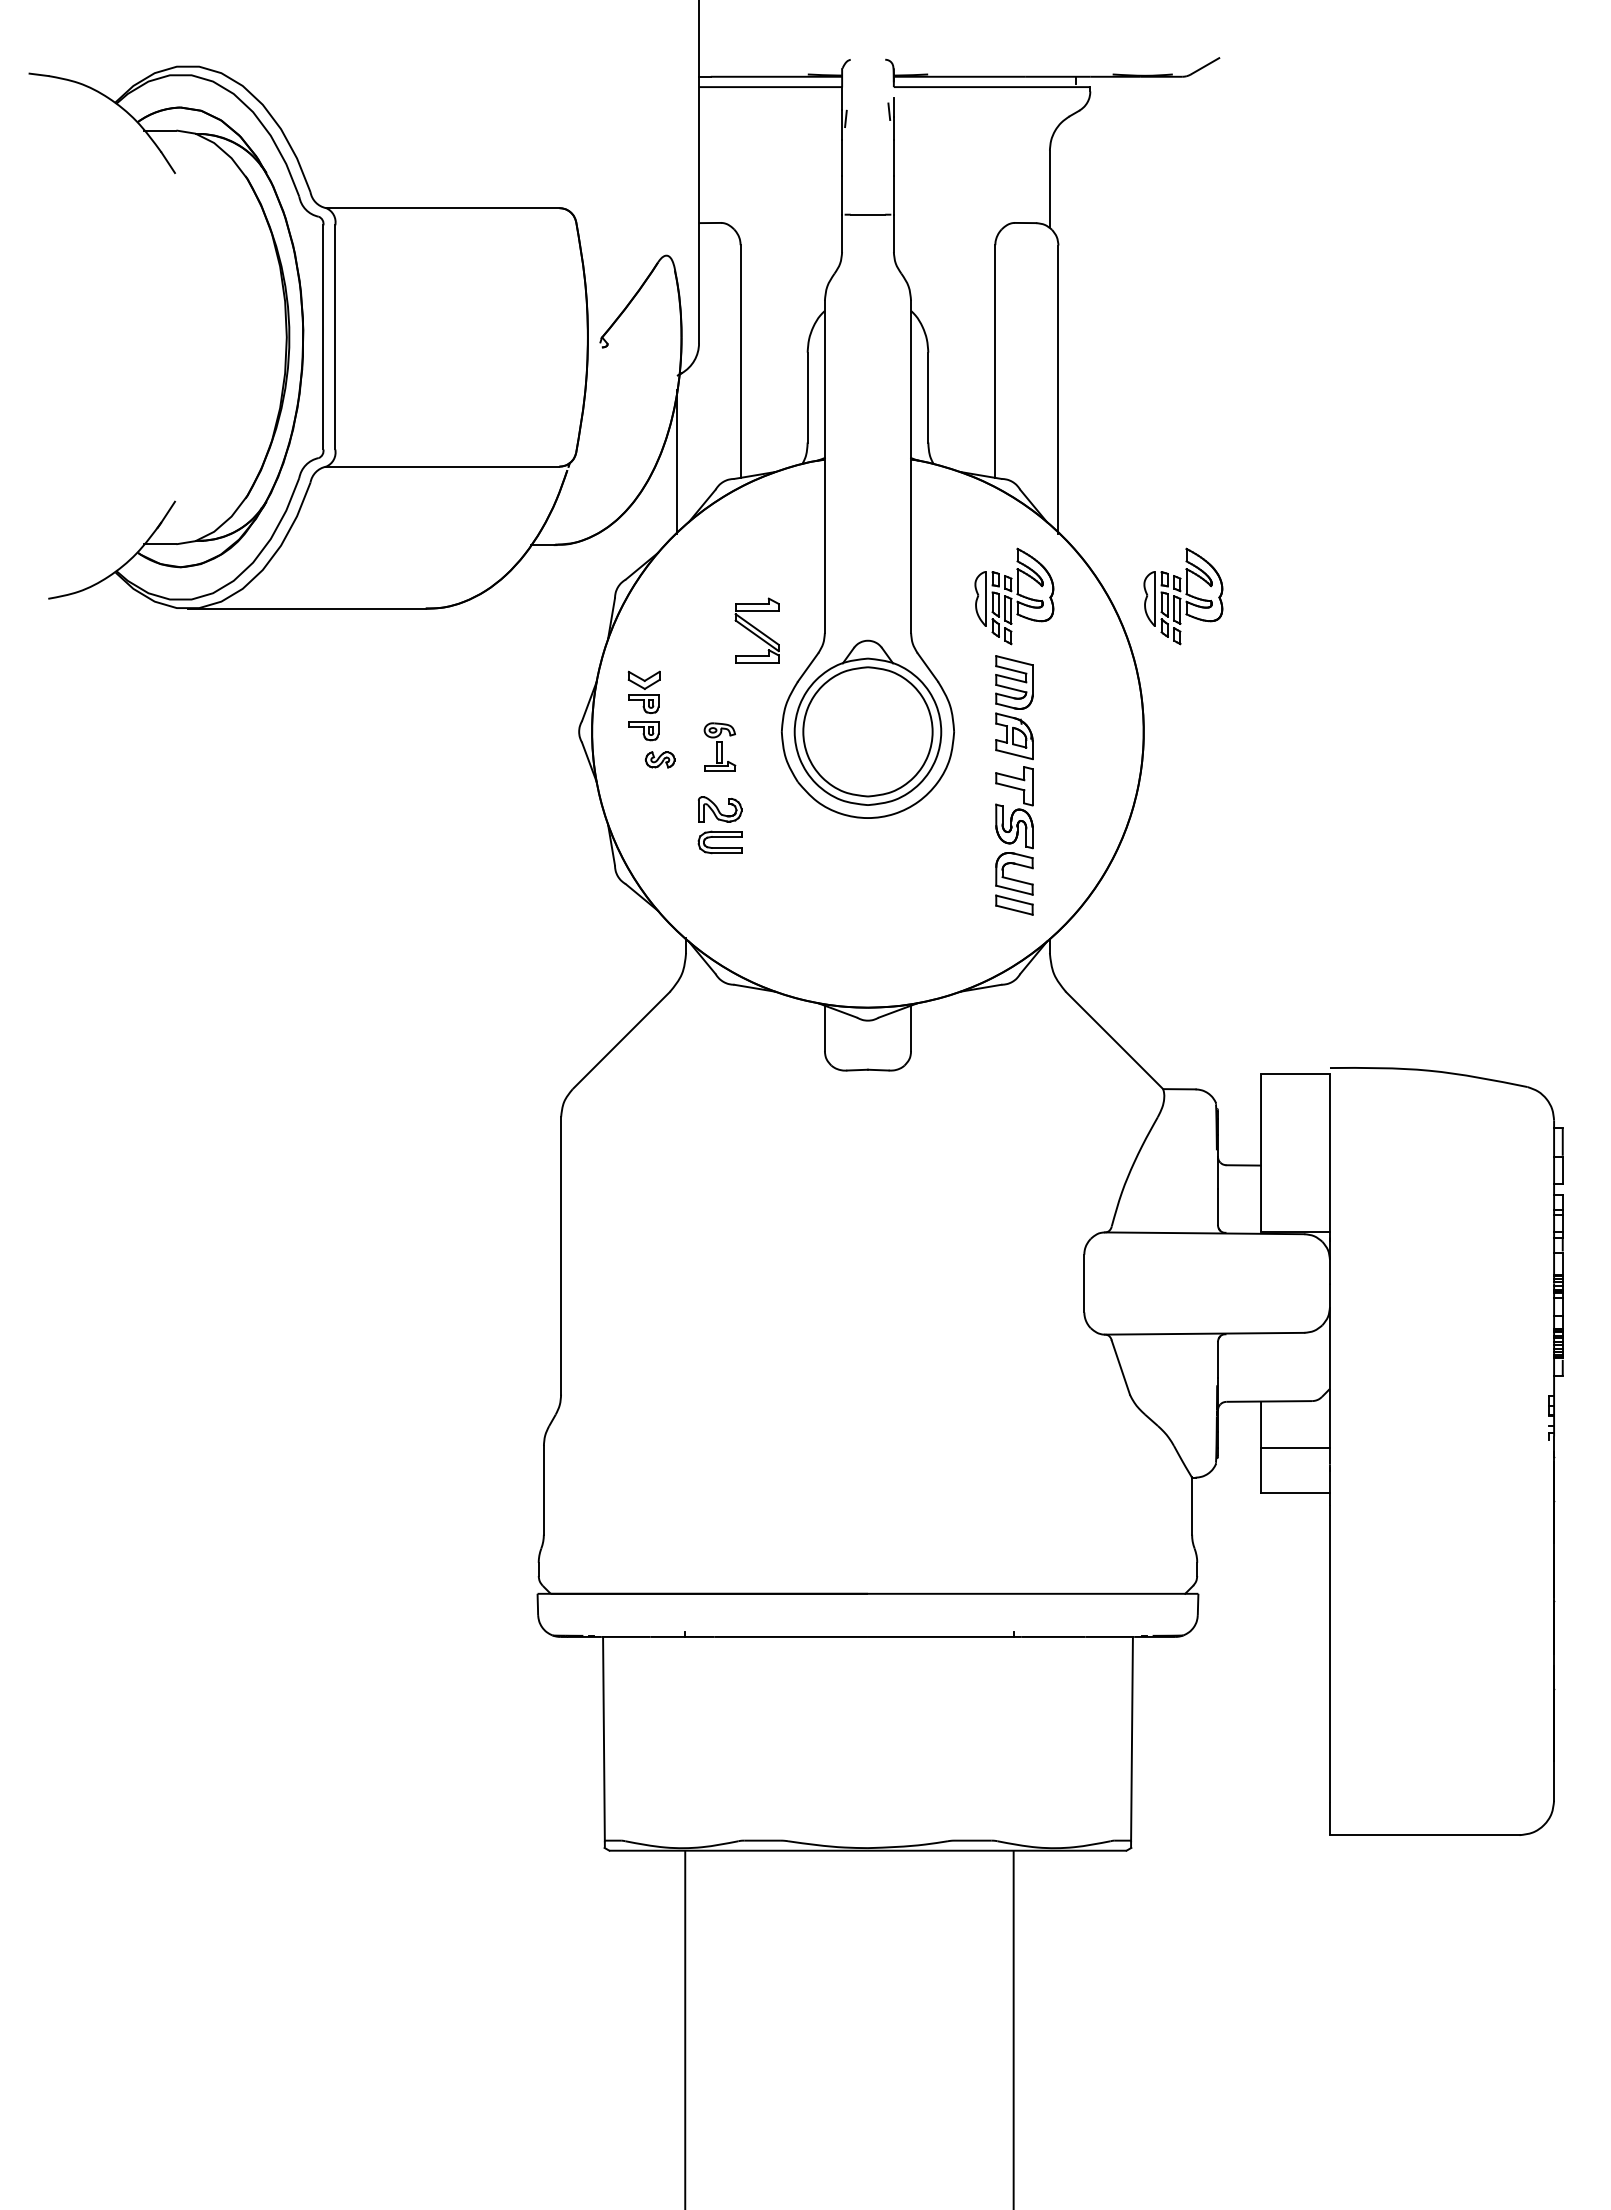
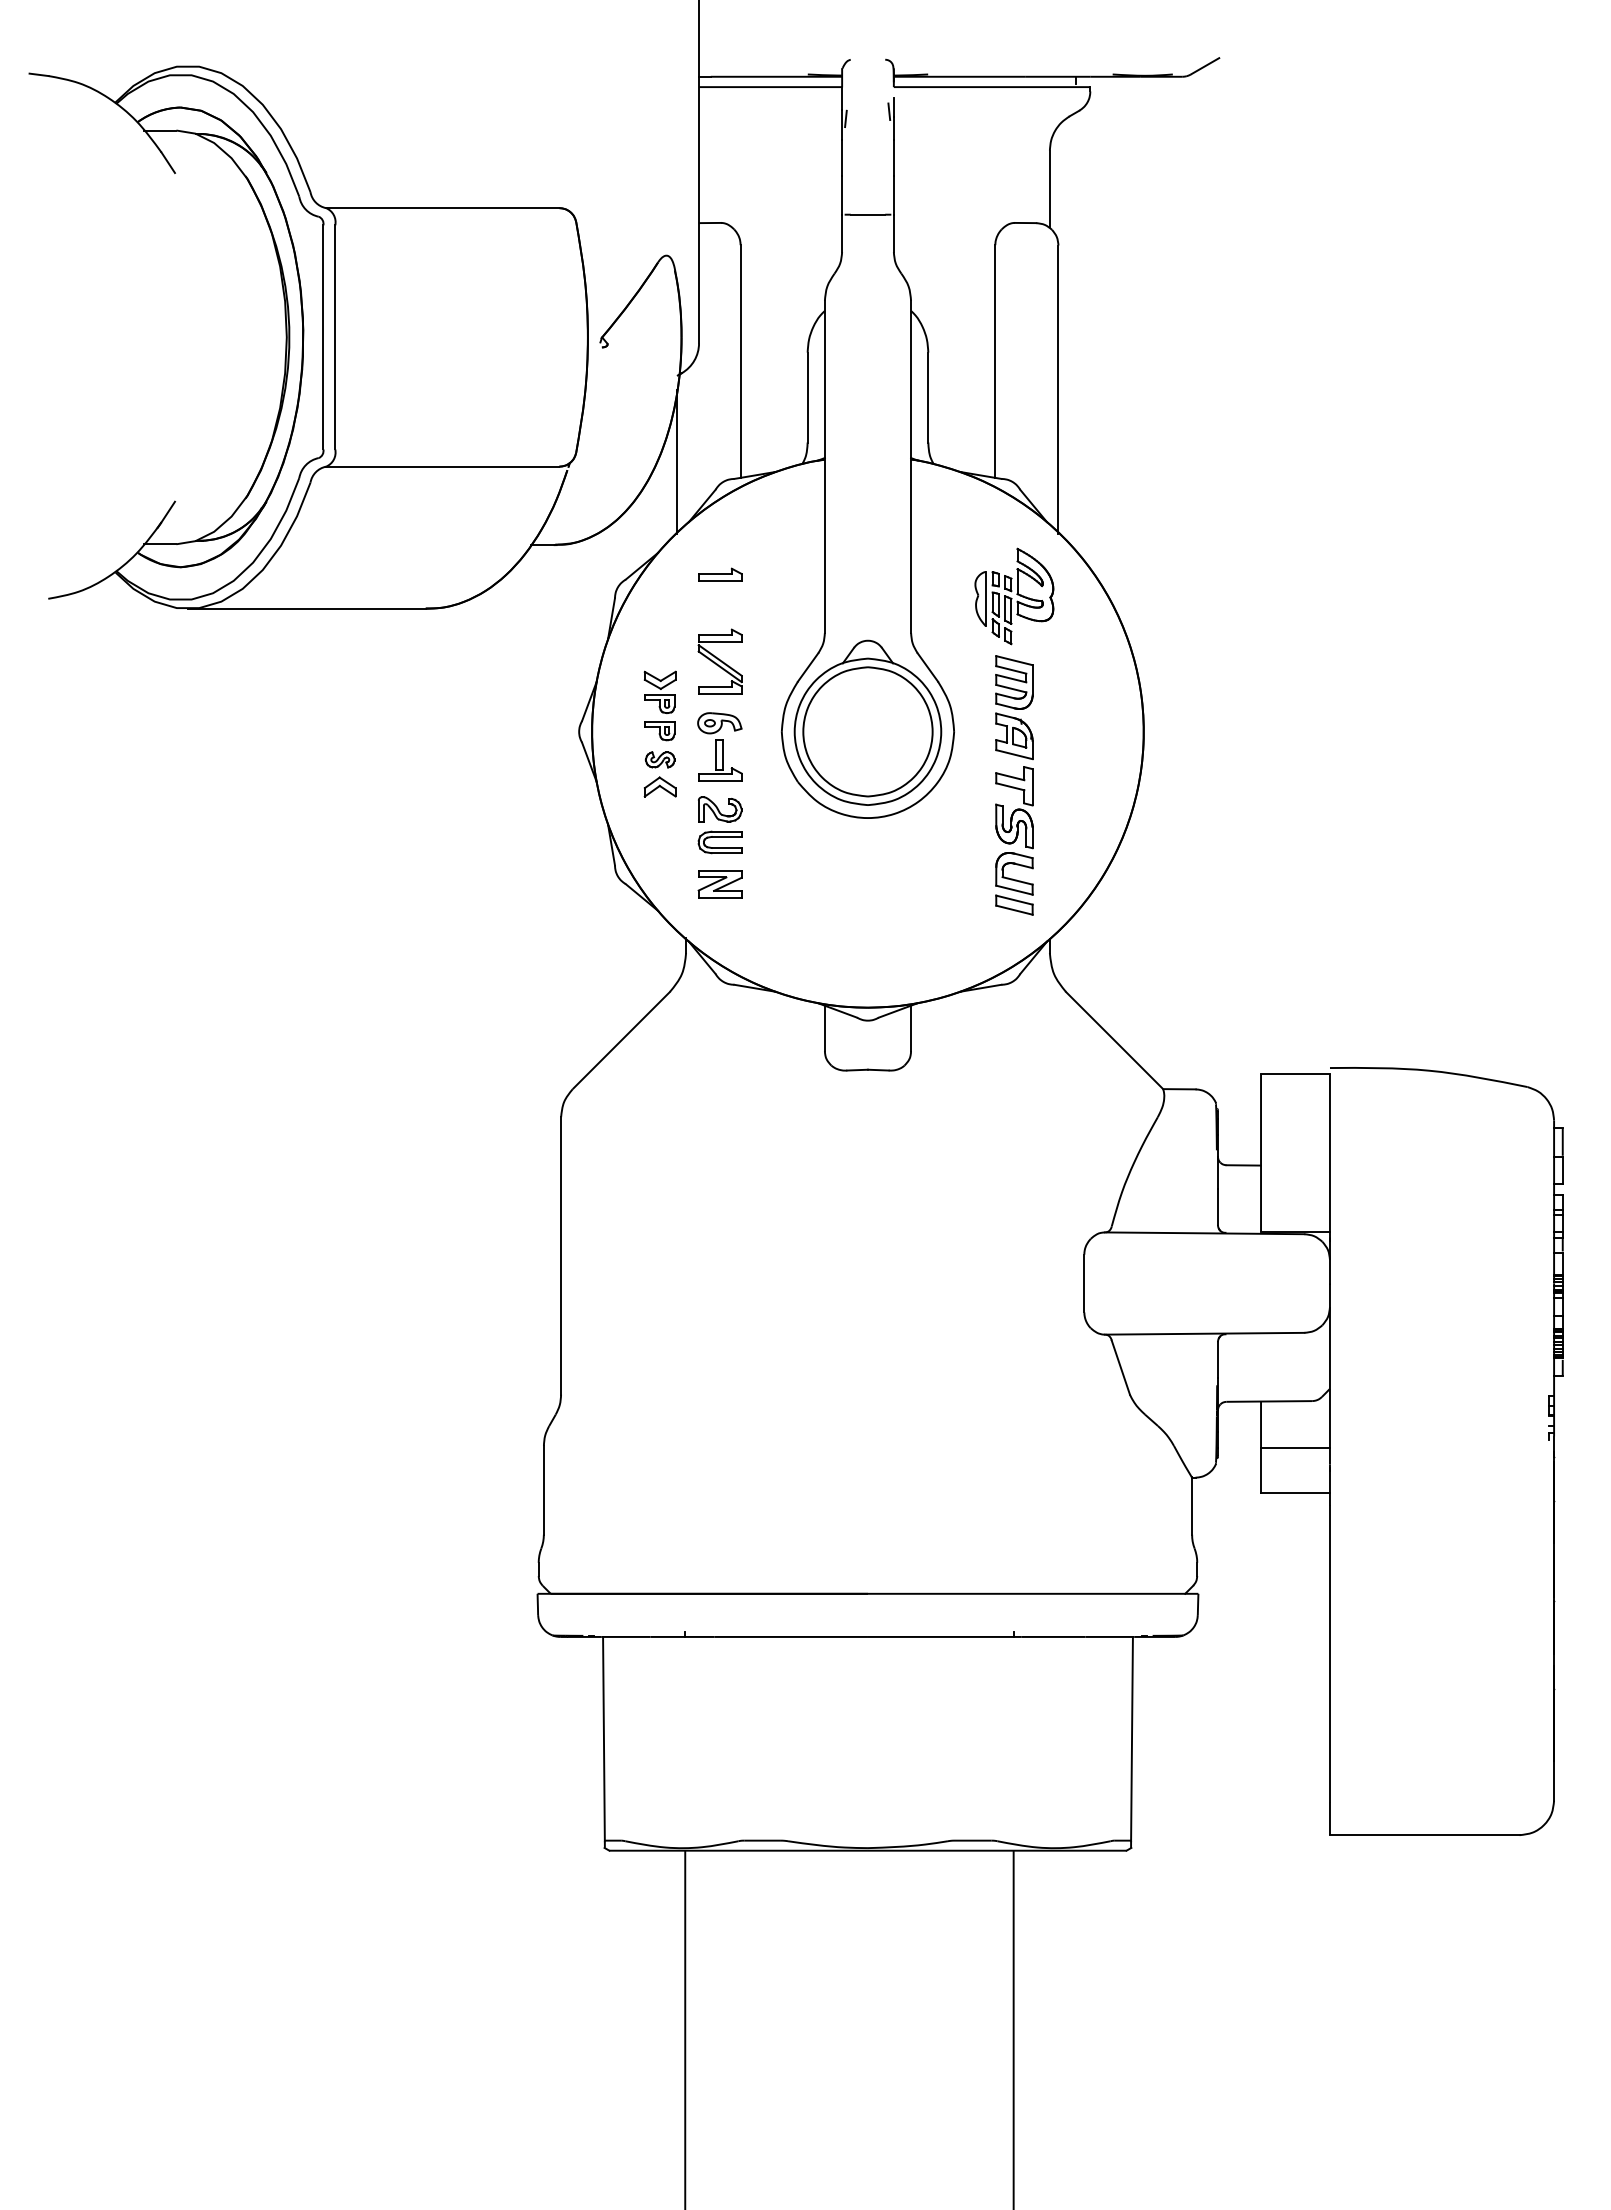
part at (720, 574): none -> present
part at (1183, 596): present -> none
part at (756, 630) position: (756, 630) -> (719, 661)
part at (643, 705) position: (643, 705) -> (659, 705)
part at (719, 746) size: 34x50 px -> 46x70 px
part at (659, 786): none -> present
part at (719, 884): none -> present
